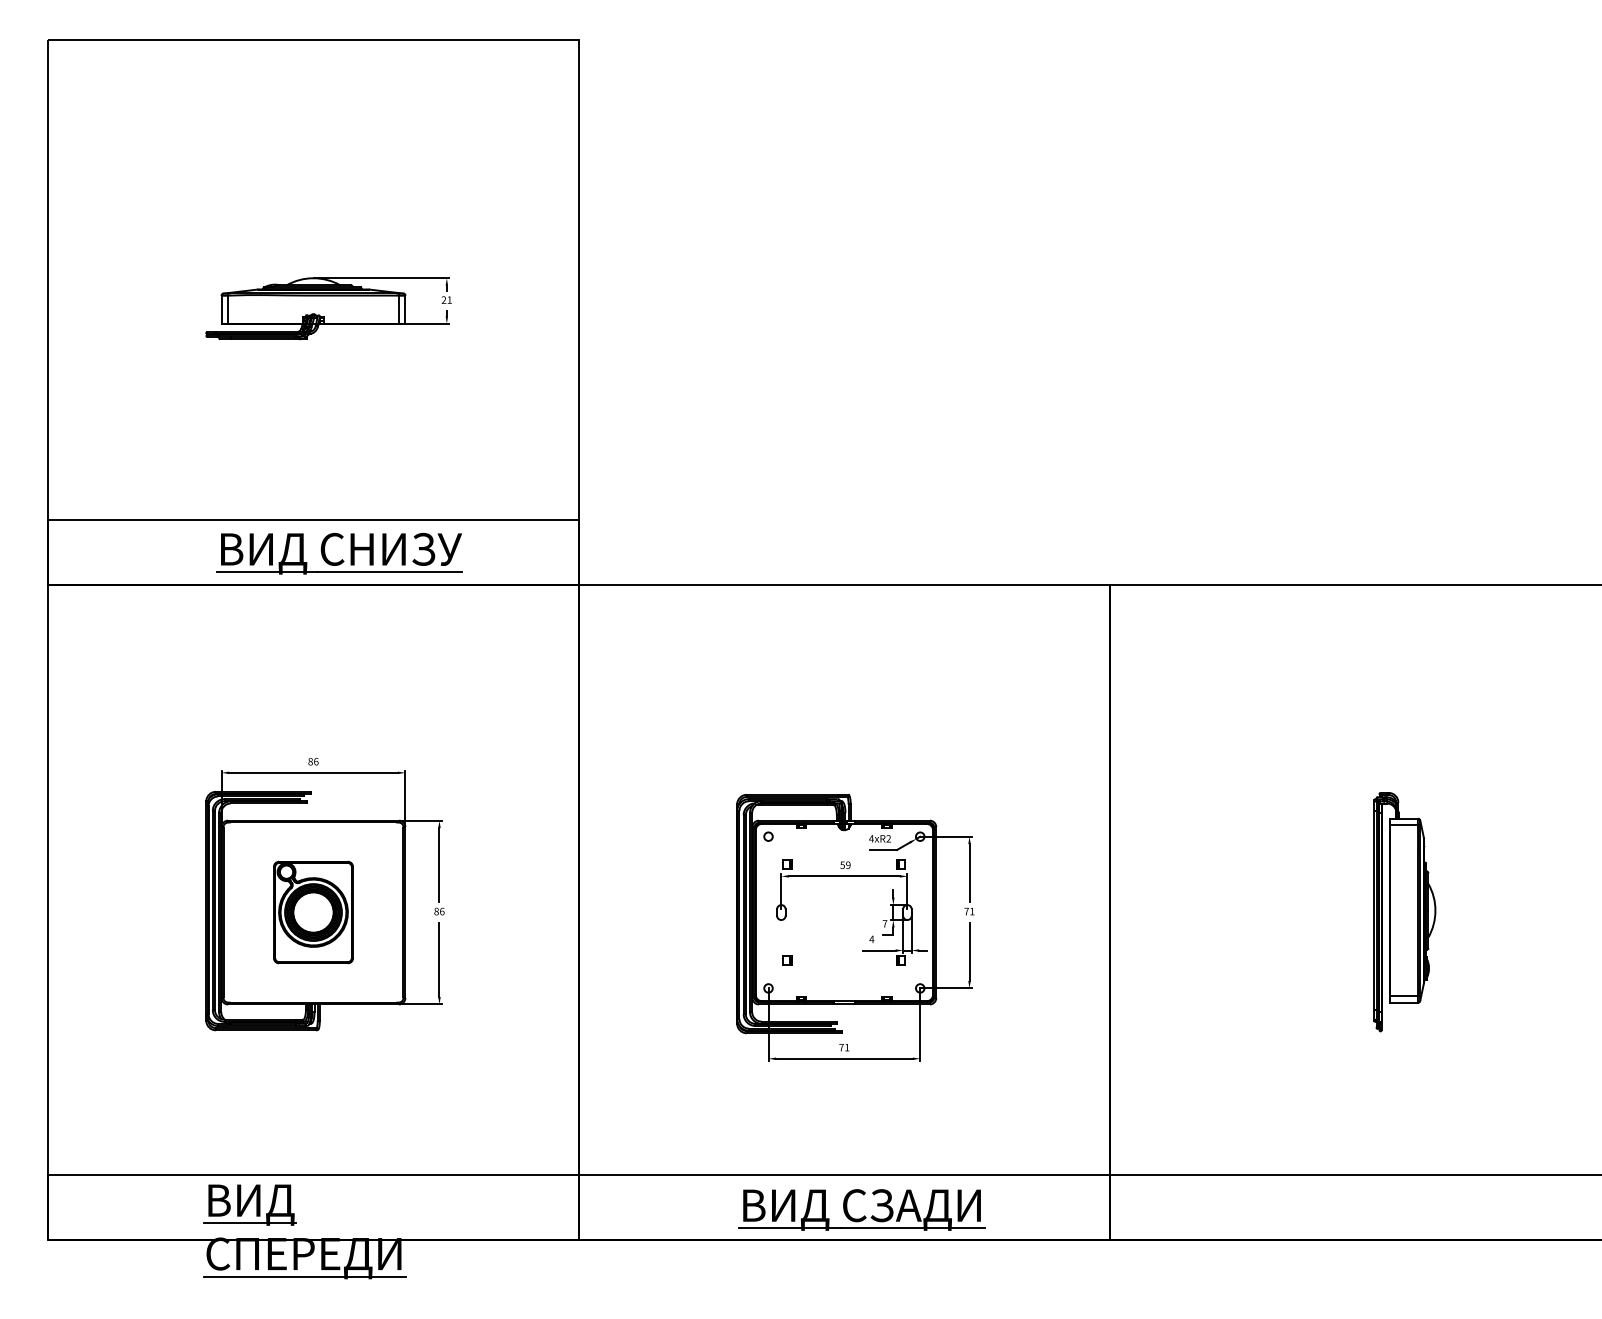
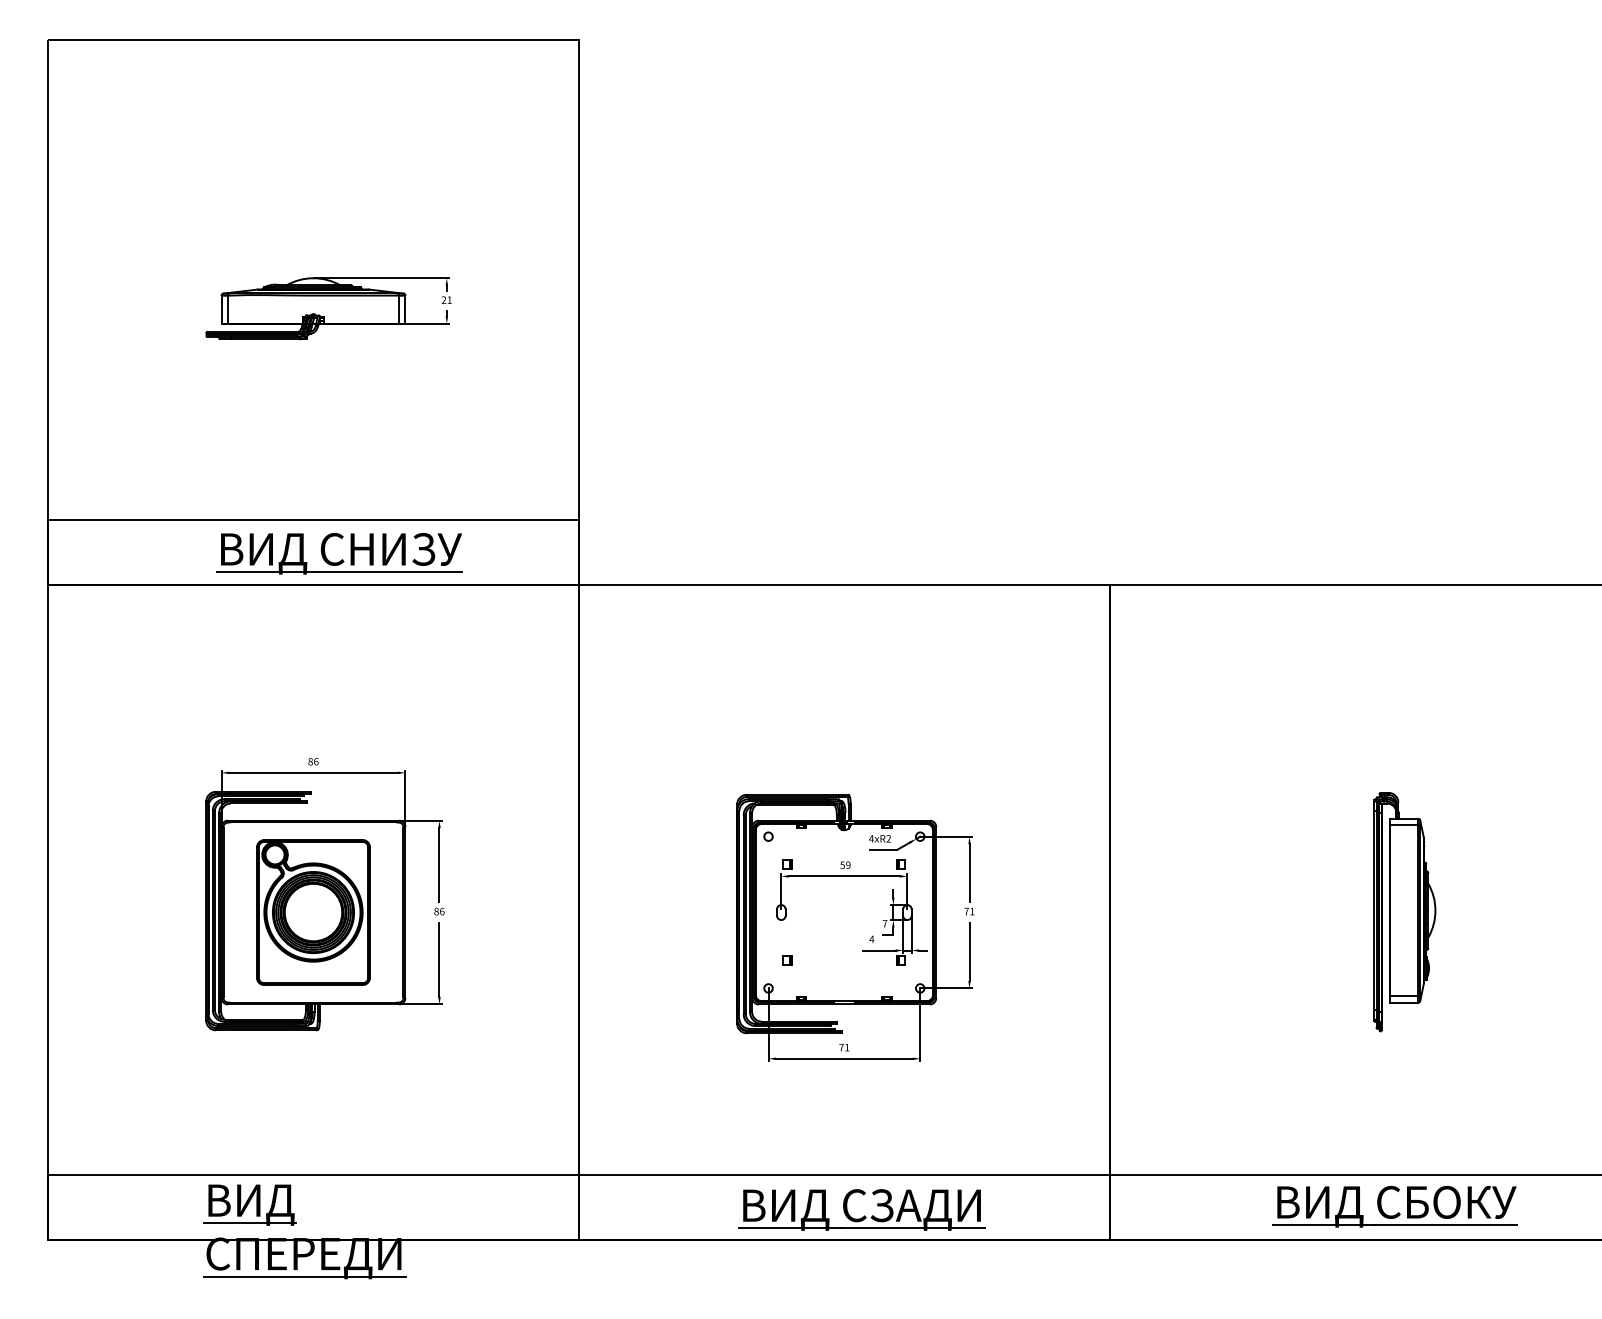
part at (313, 912) size: 81x105 px -> 115x147 px
part at (1398, 1212): none -> present
